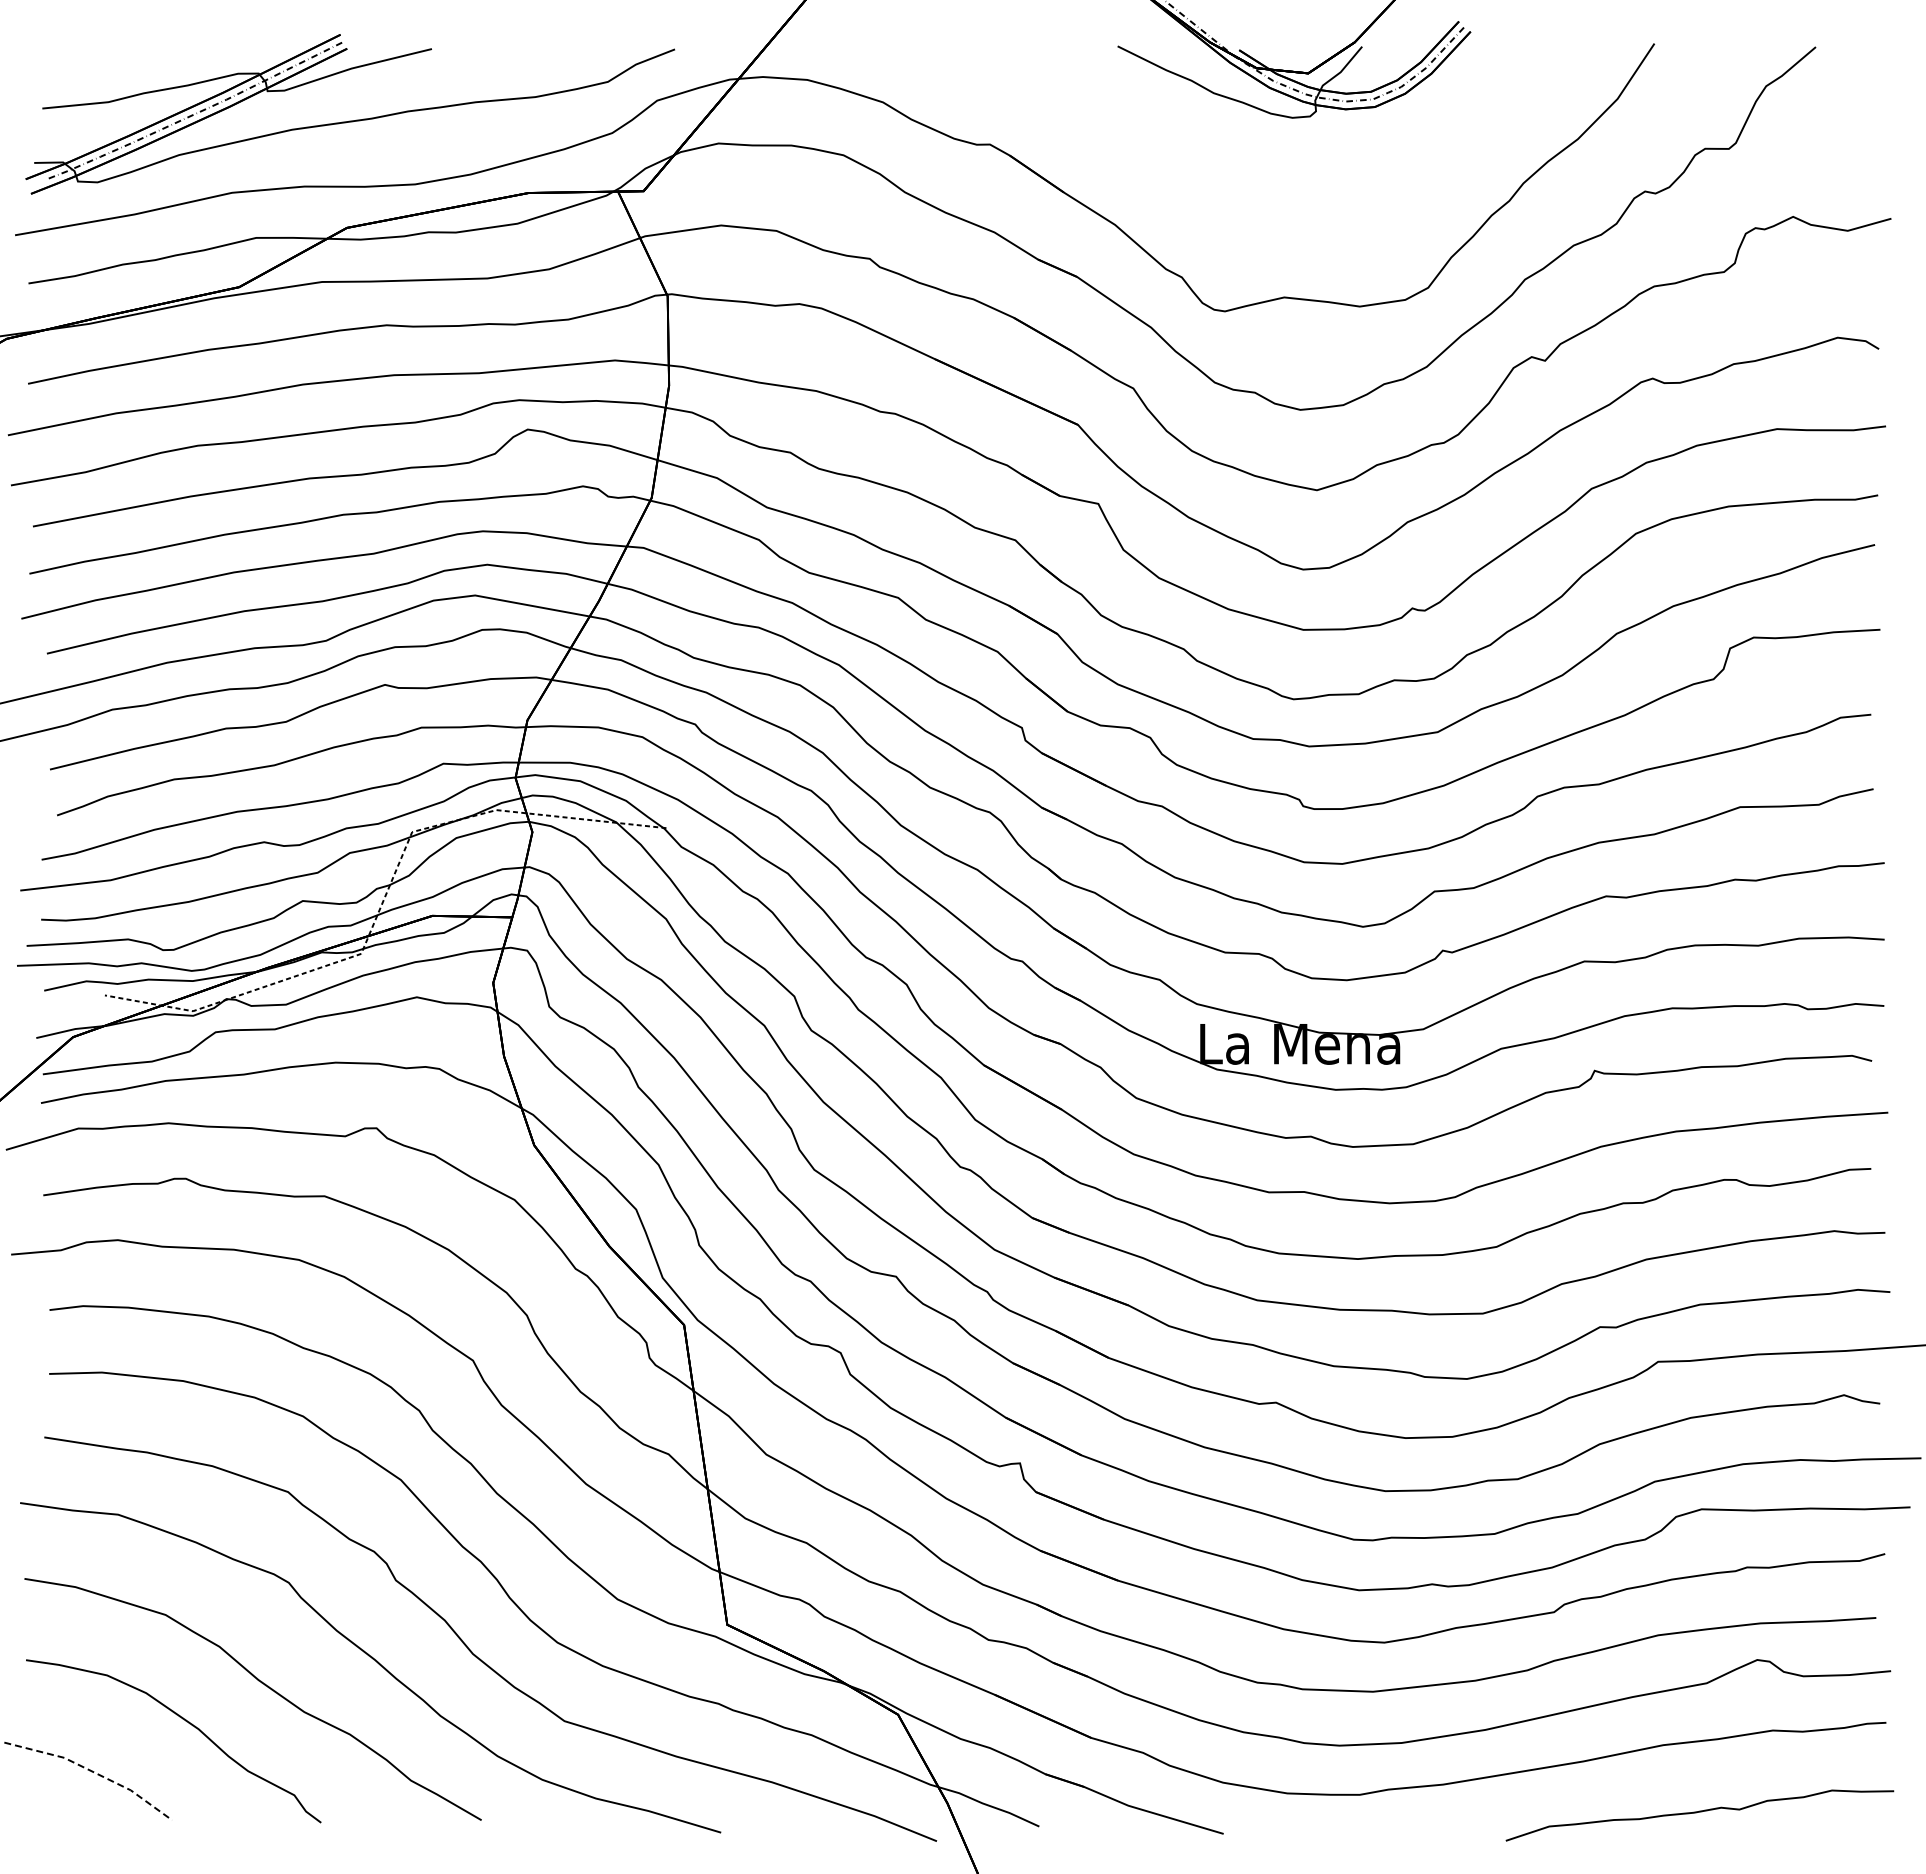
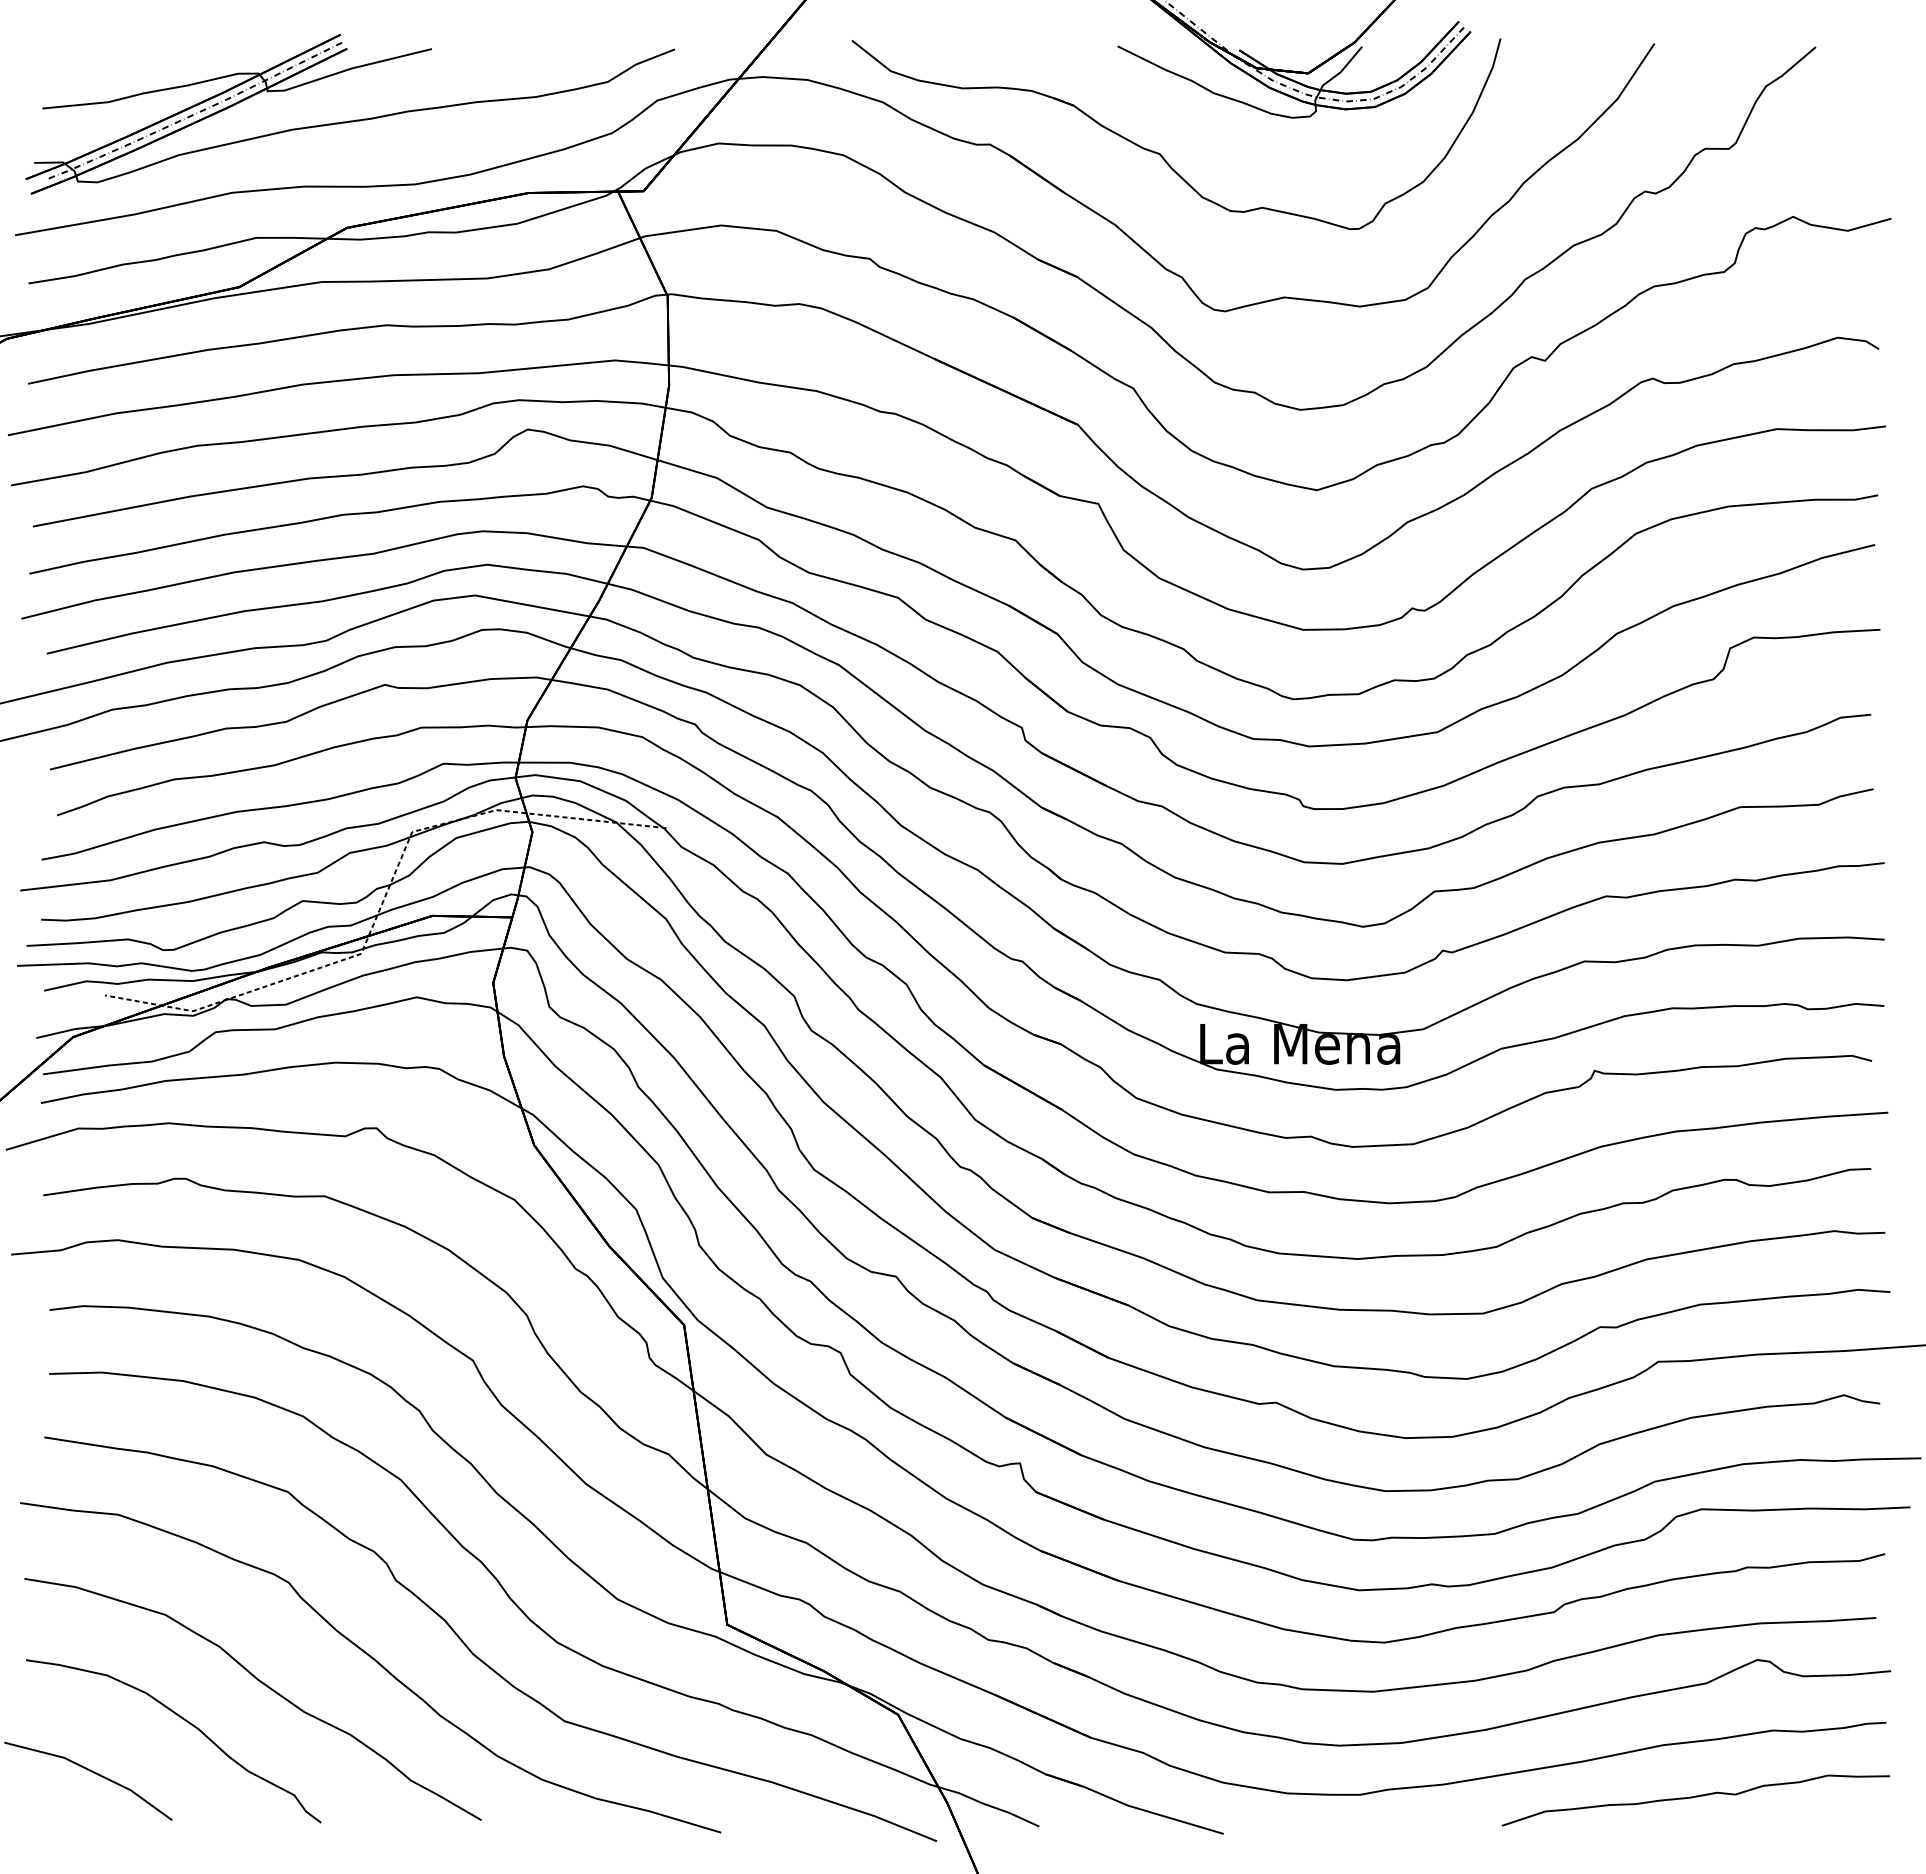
part at (1160, 153): none -> present
line at (93, 1772): dashed -> solid
curve at (1699, 1812) position: (1699, 1812) -> (1695, 1797)
